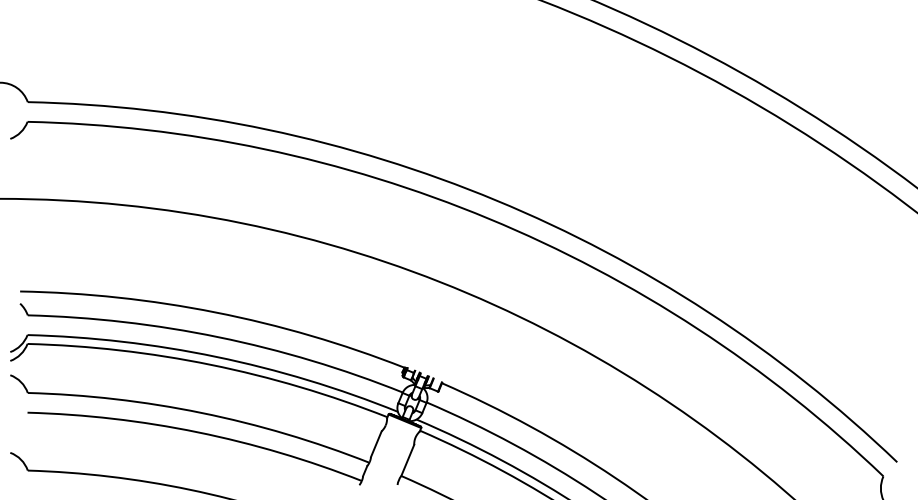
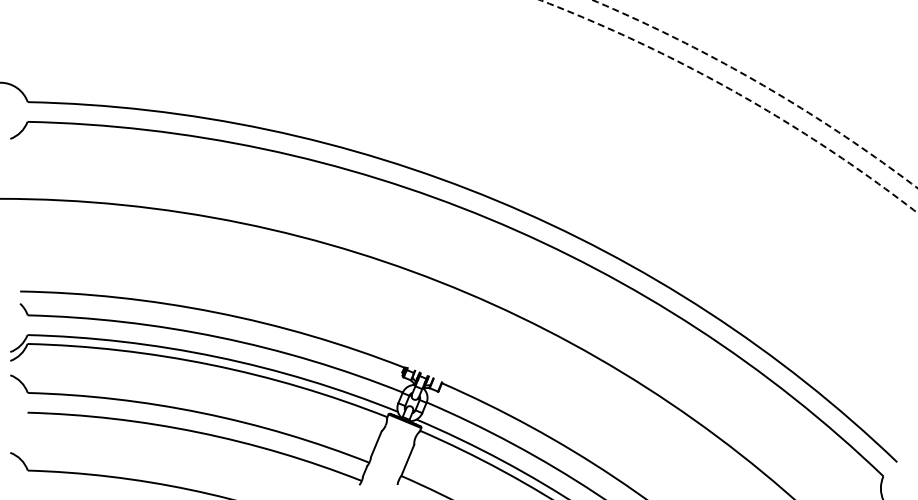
arc at (760, 83): solid -> dashed
arc at (737, 93): solid -> dashed
